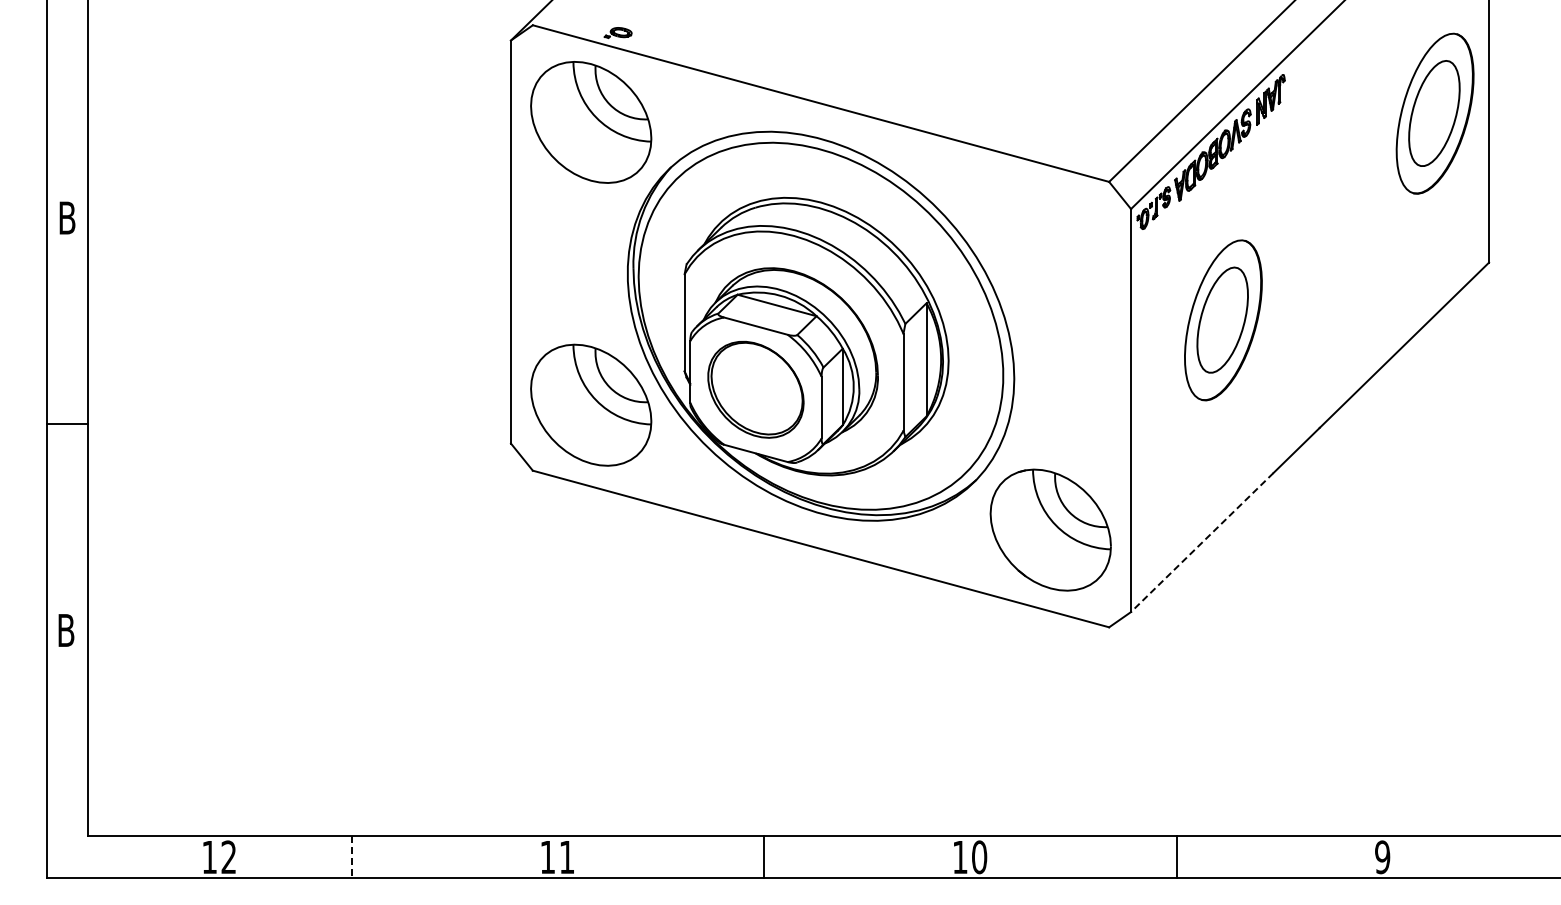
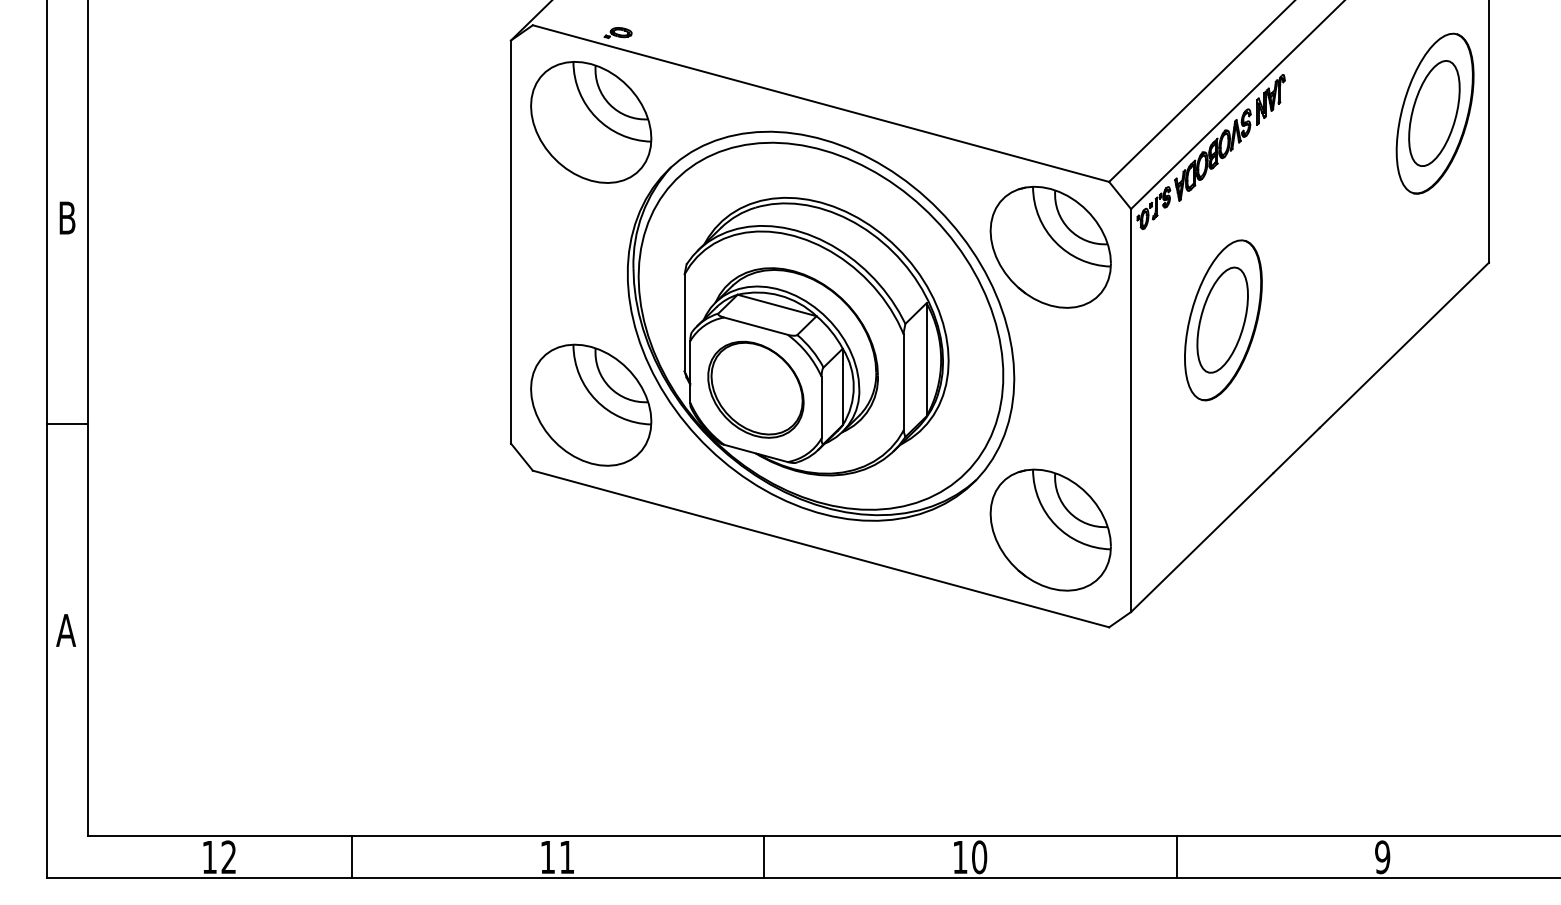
part at (1050, 246): none -> present
line at (1202, 542): dashed -> solid
text at (66, 630): B -> A
line at (352, 857): dashed -> solid
